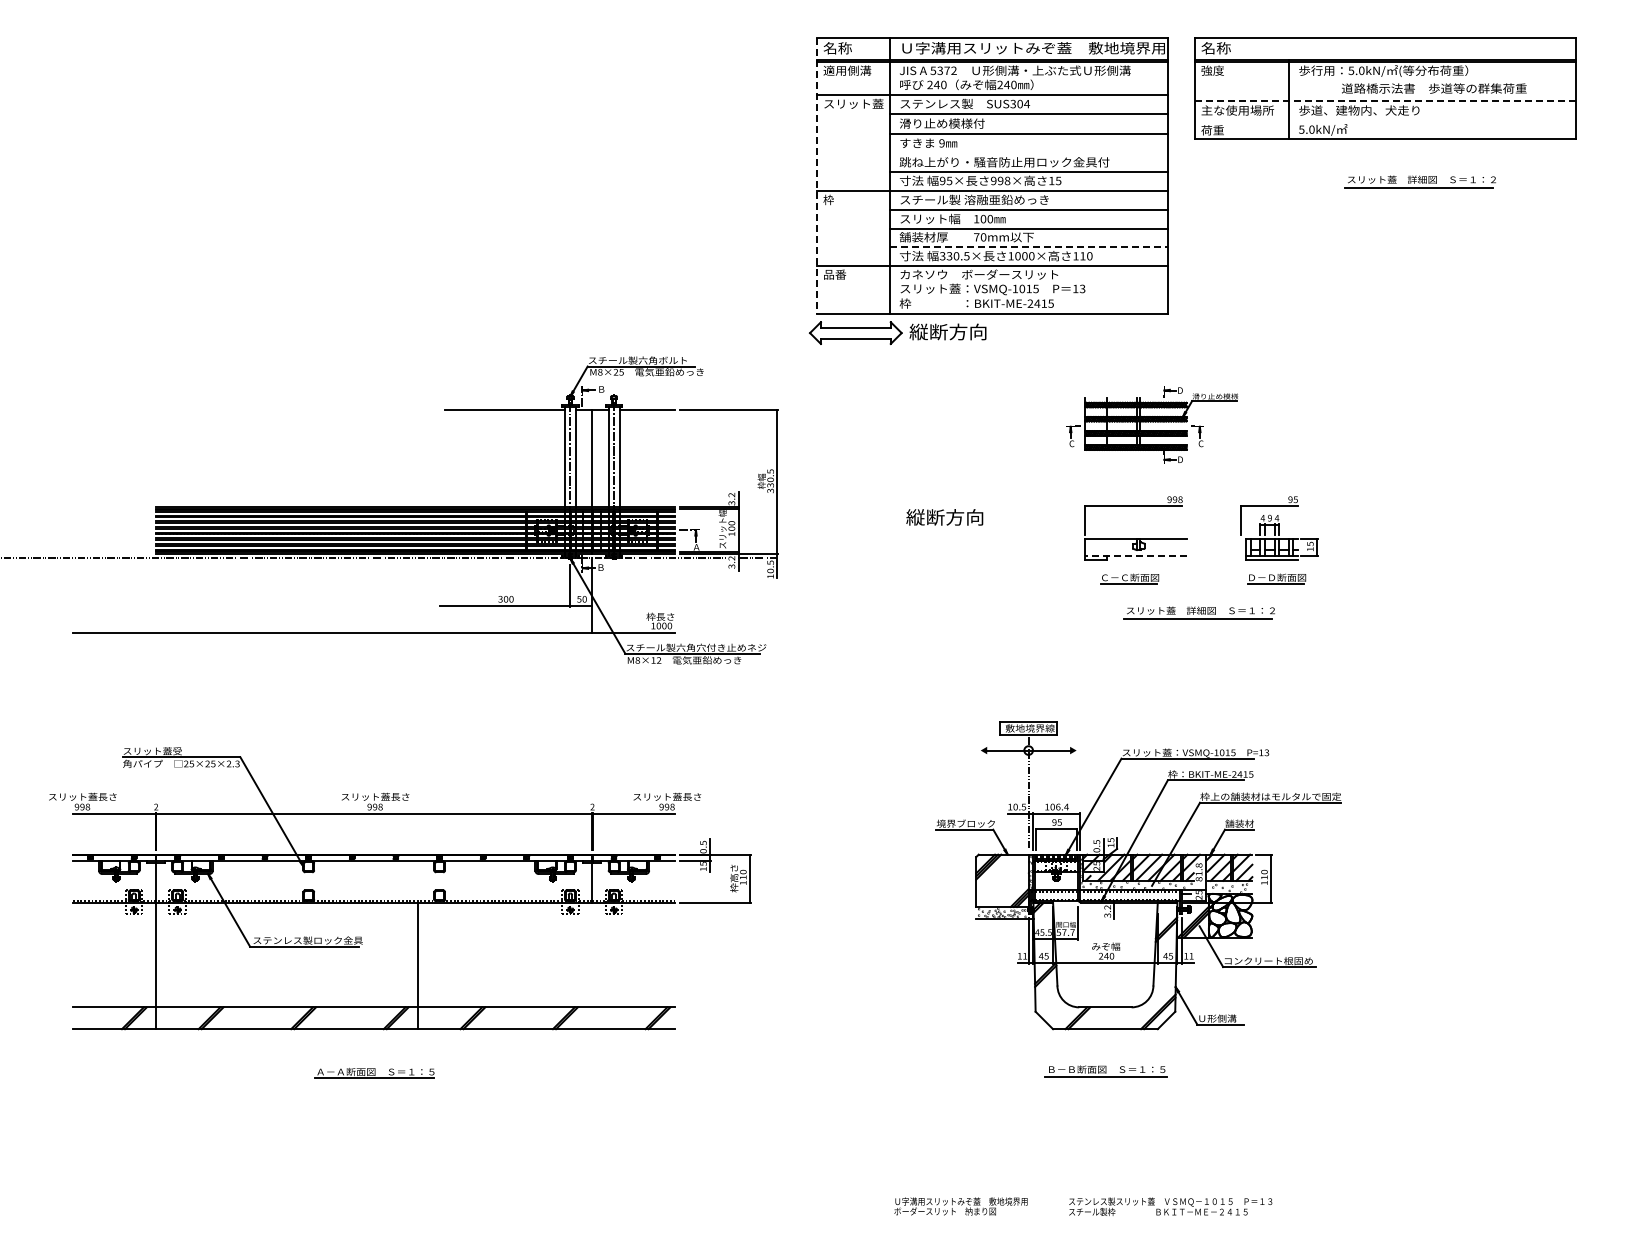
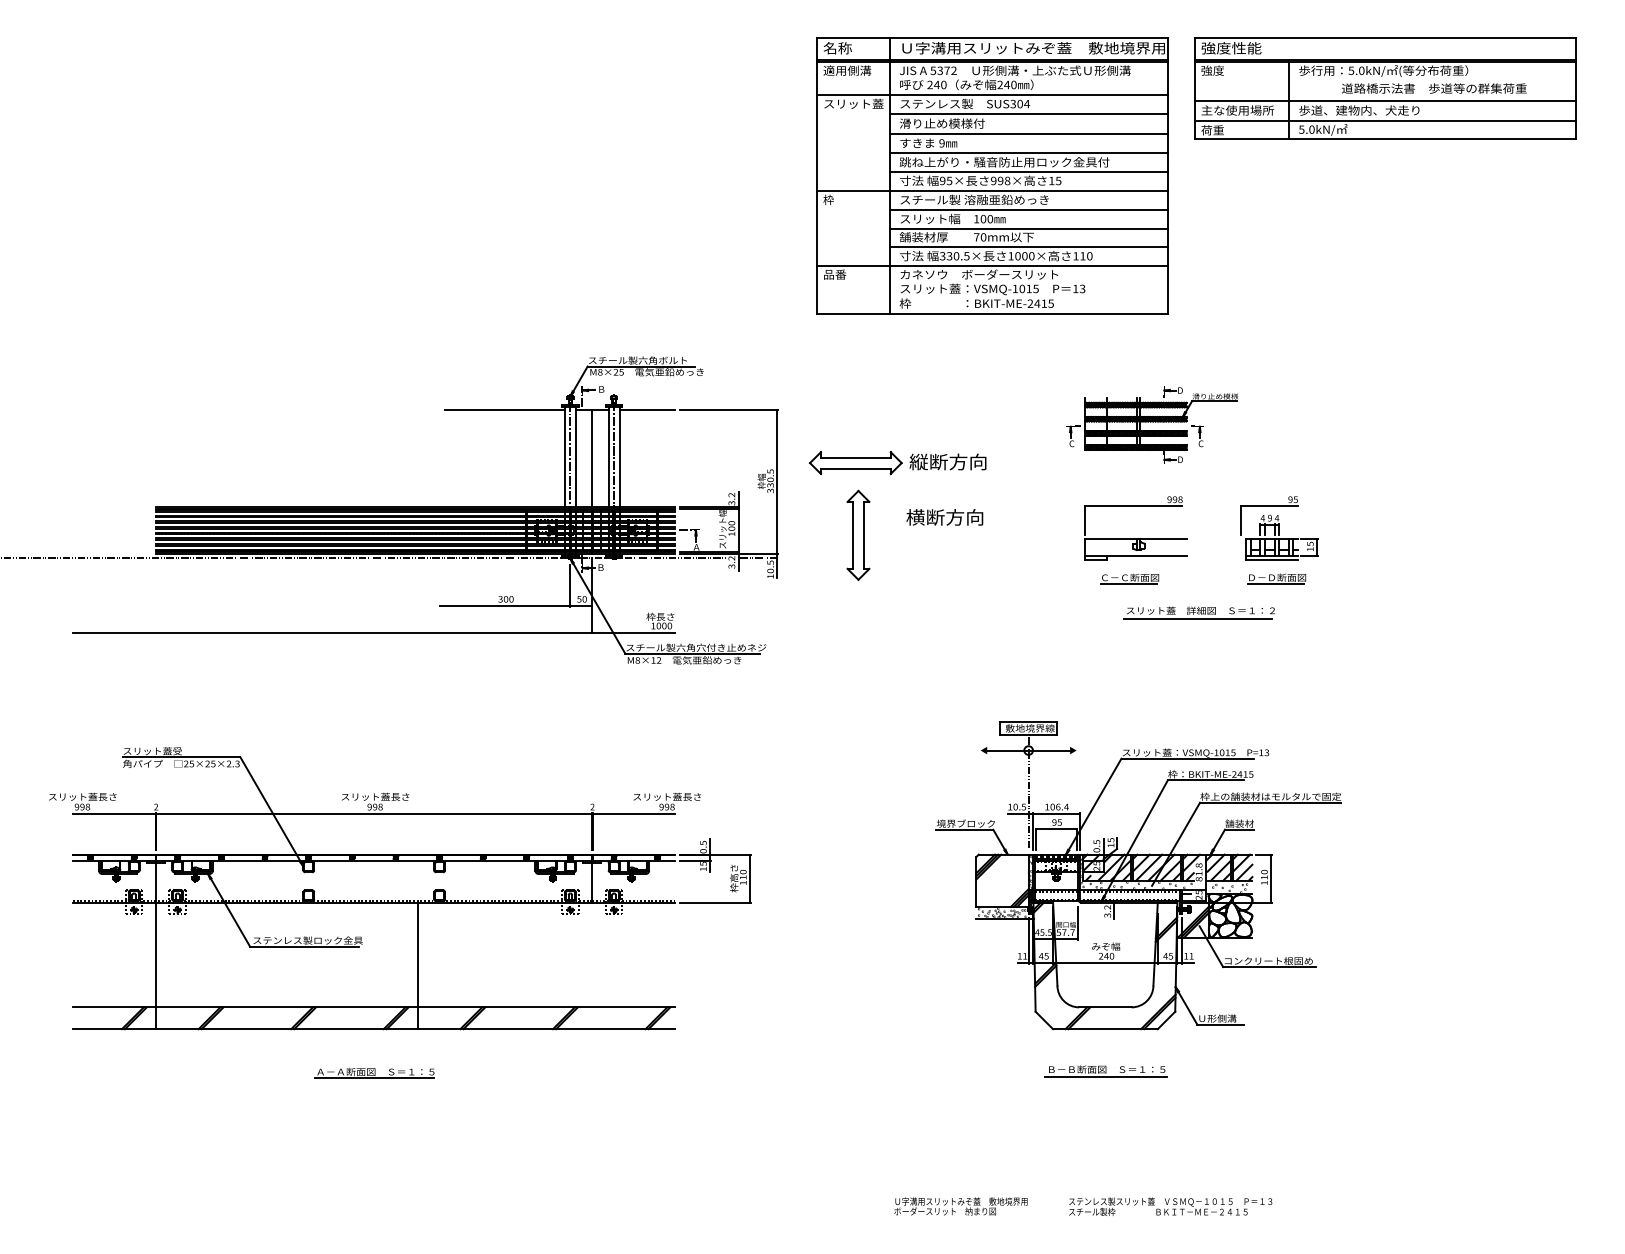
text at (1231, 48): 名称 -> 強度性能
line at (1385, 101): dashed -> solid
line at (1385, 120): none -> present
line at (1029, 153): none -> present
line at (817, 175): dashed -> solid
part at (1419, 181): present -> none
line at (1029, 247): dashed -> solid
part at (897, 332) position: (897, 332) -> (897, 462)
text at (915, 517): 縦断方向 -> 横断方向
part at (858, 534): none -> present
line at (1136, 555): dashed -> solid
